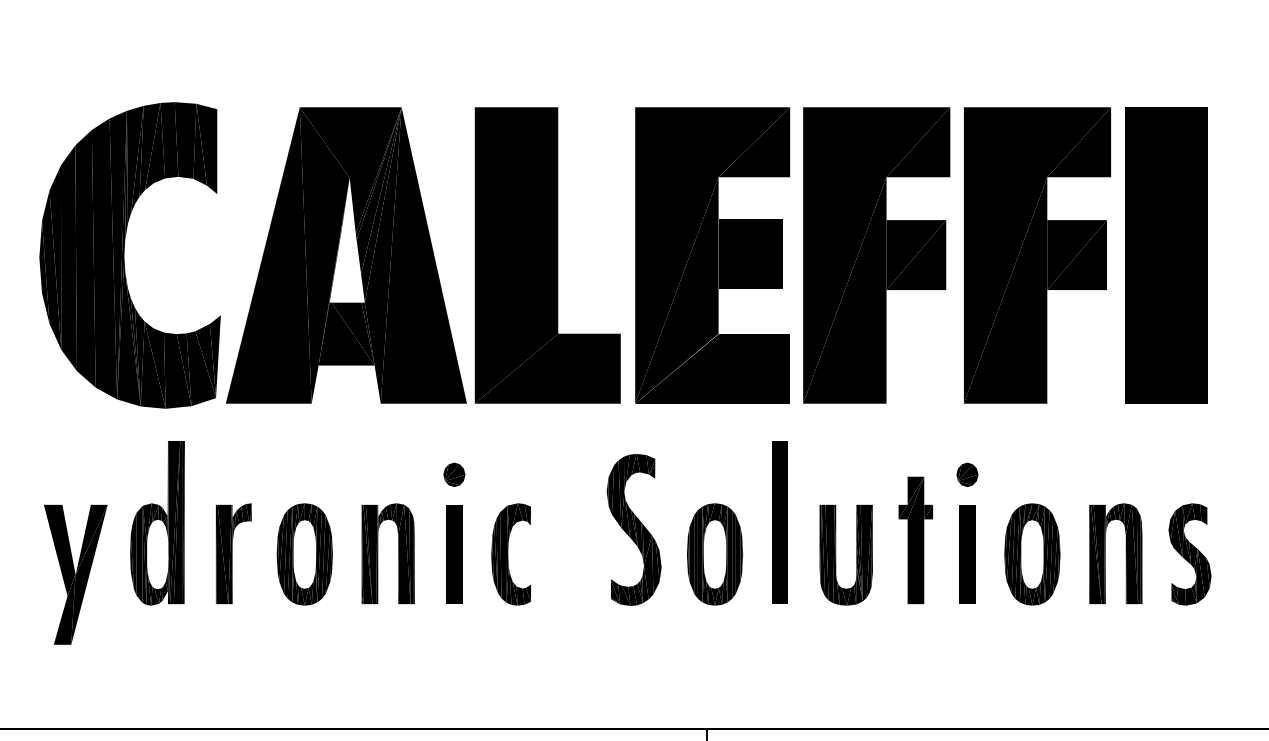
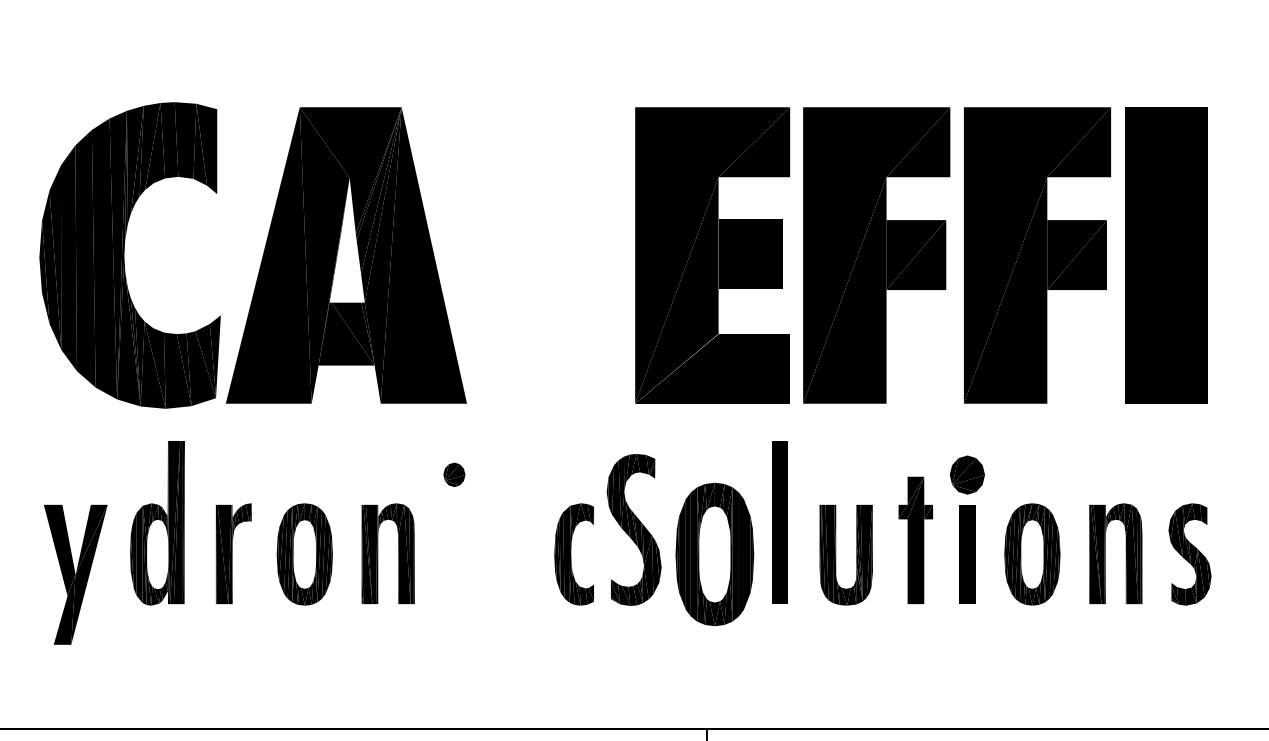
part at (547, 255): present -> none
part at (967, 474) size: 23x25 px -> 36x40 px
part at (454, 554): present -> none
part at (510, 554) position: (510, 554) -> (573, 554)
part at (715, 554) size: 57x103 px -> 80x145 px
